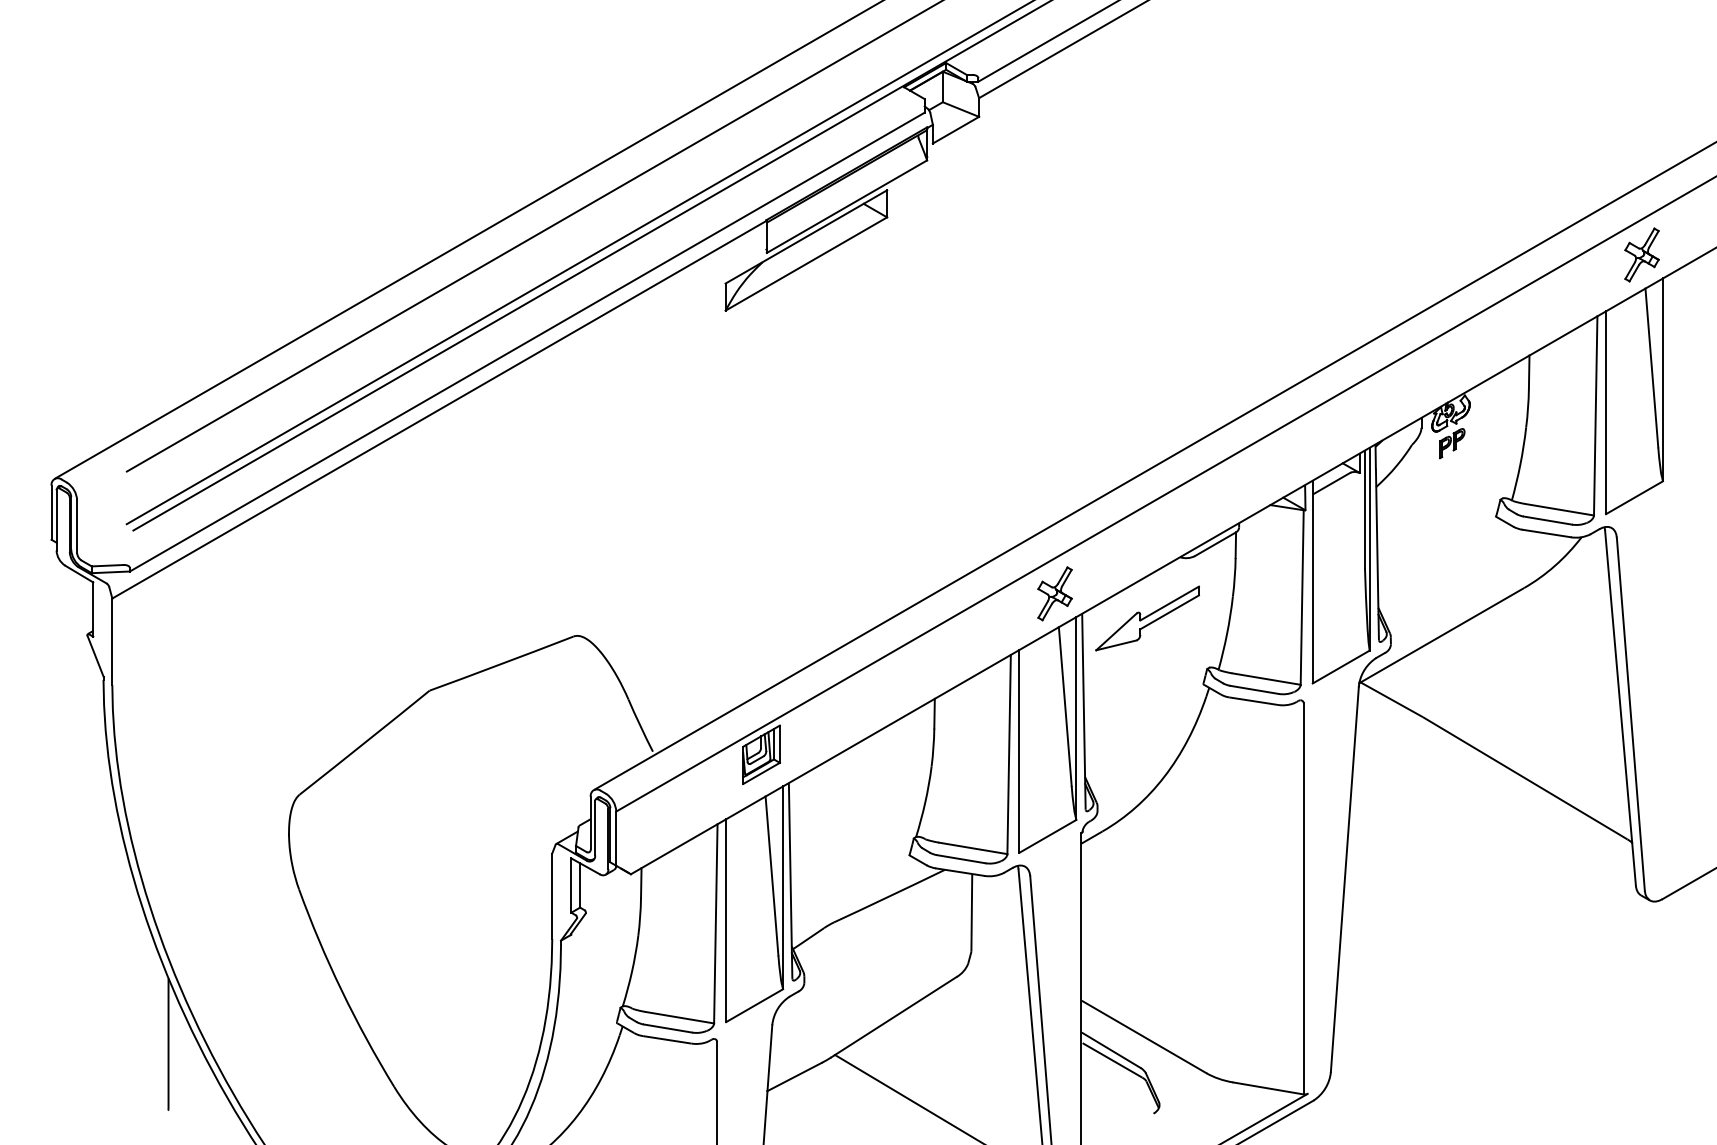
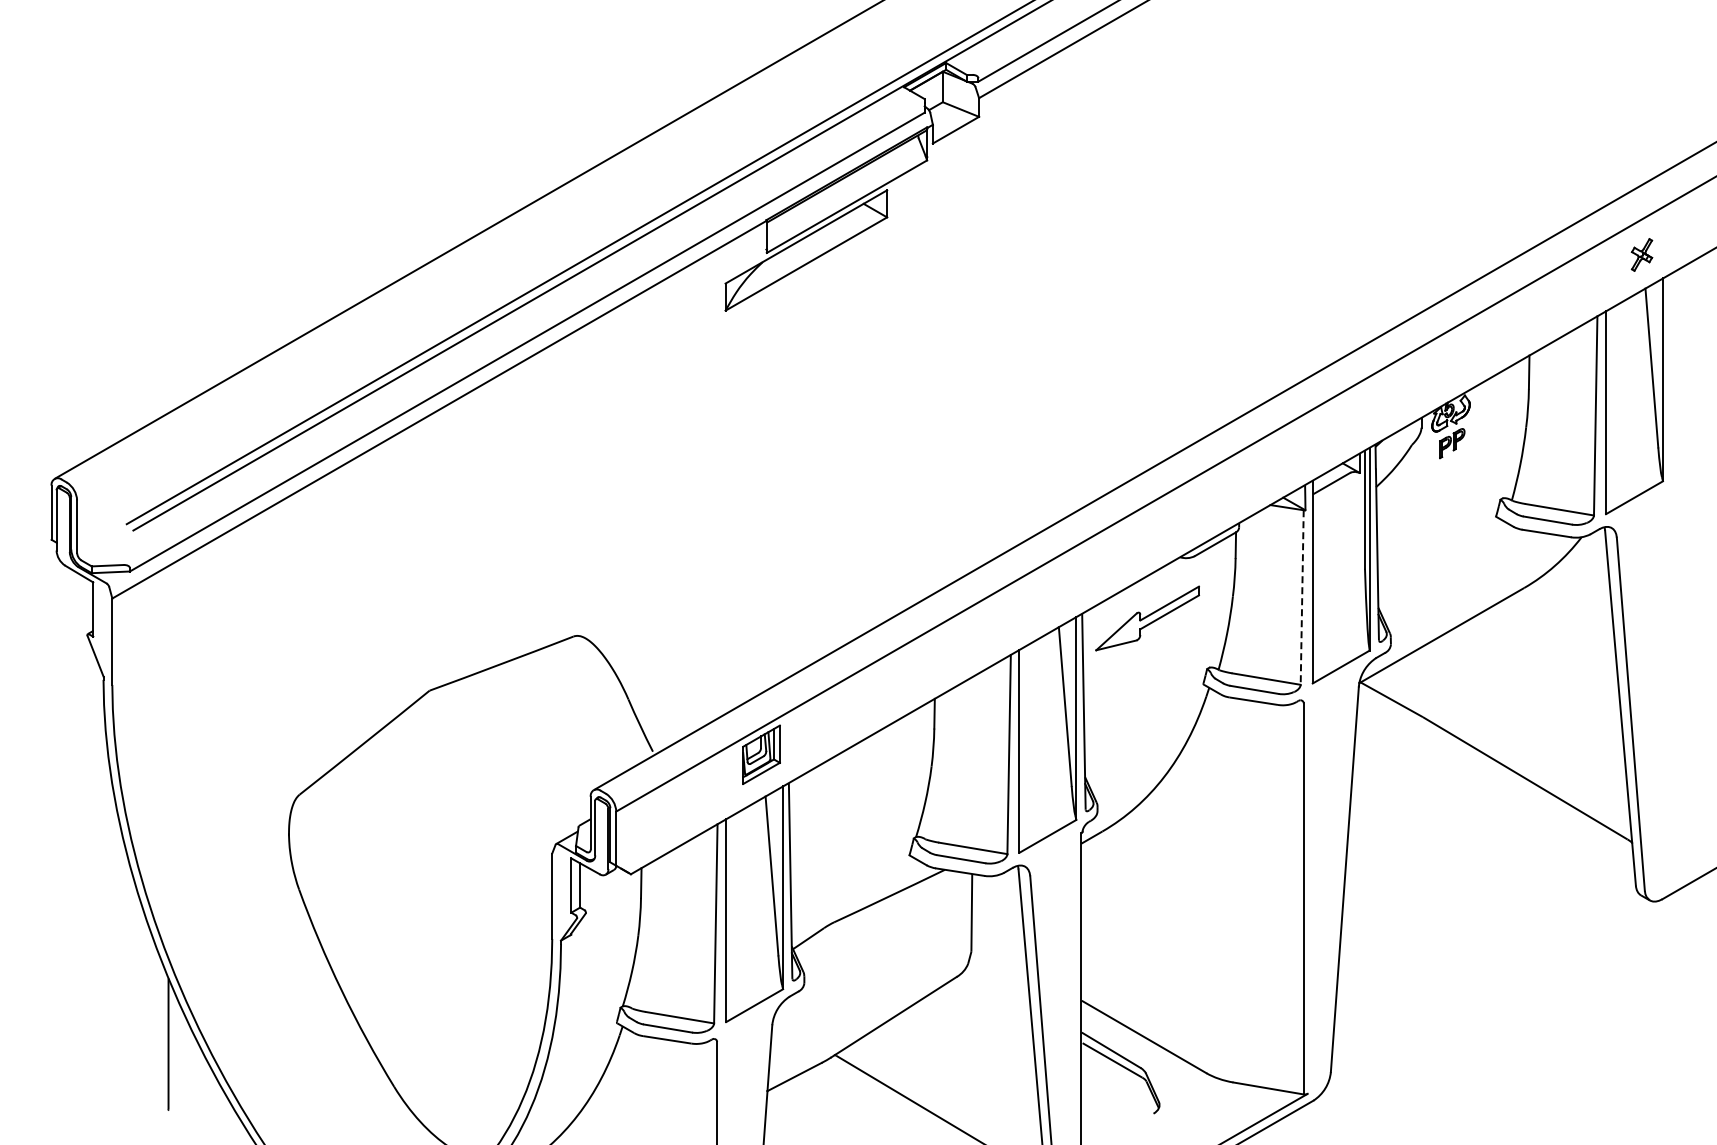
line at (533, 236): present -> none
part at (1641, 254) size: 36x56 px -> 24x34 px
part at (1054, 593): present -> none
line at (1302, 598): solid -> dashed
